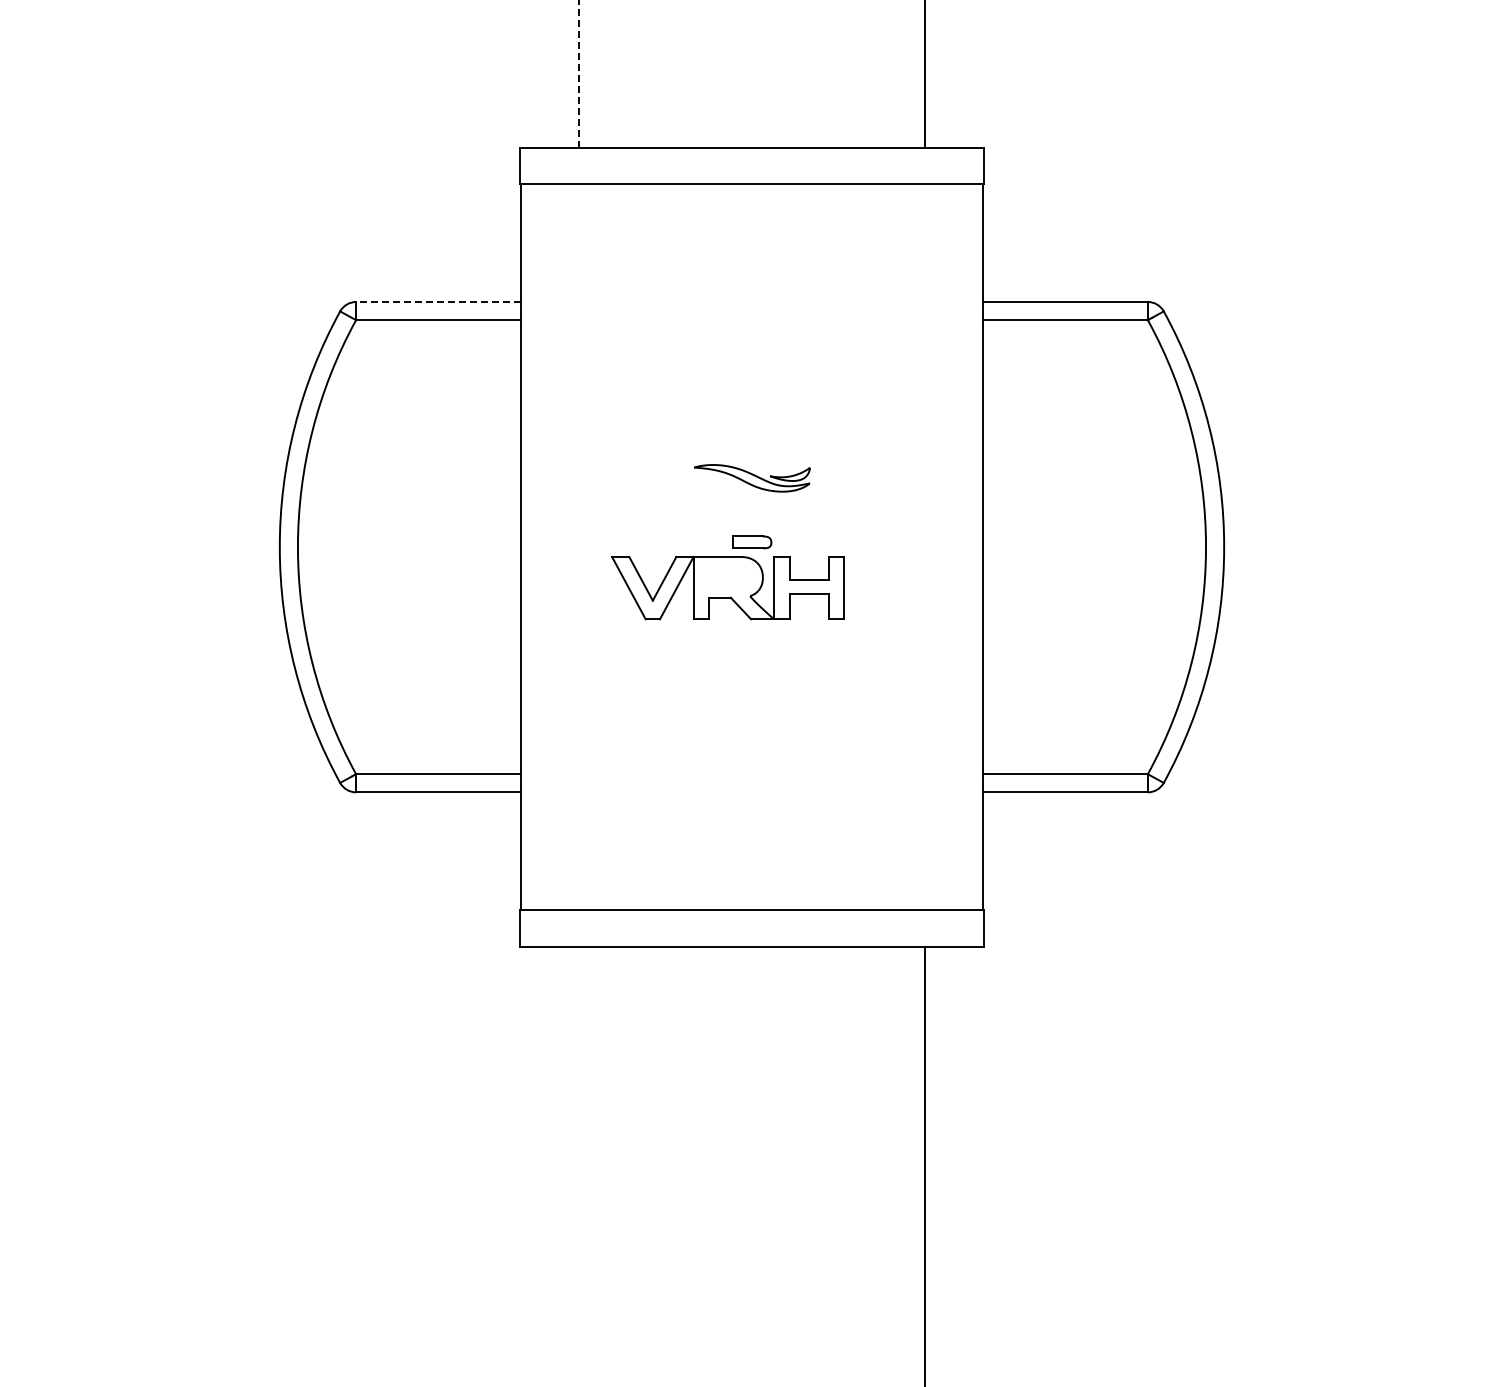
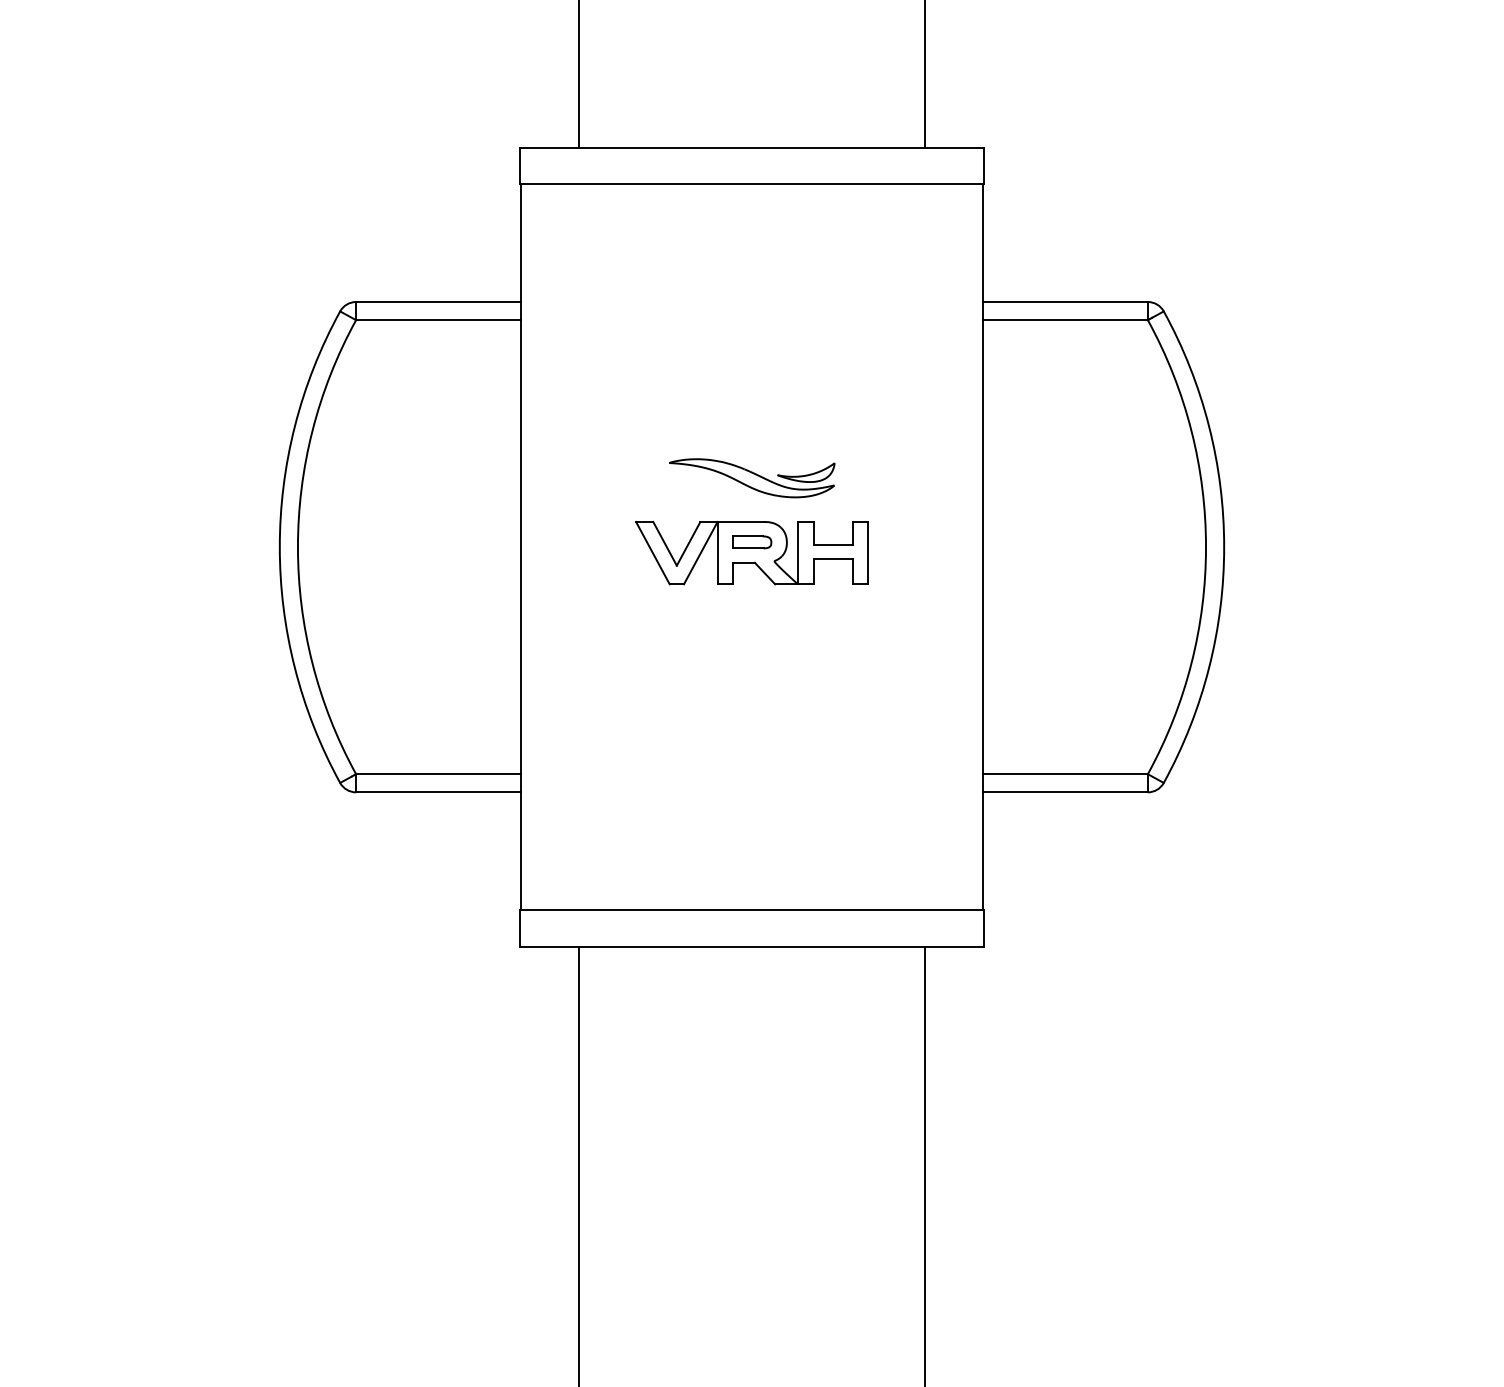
line at (579, 73): dashed -> solid
line at (438, 302): dashed -> solid
part at (752, 478) size: 117x29 px -> 167x41 px
part at (727, 588) position: (727, 588) -> (751, 553)
line at (579, 1164): none -> present
